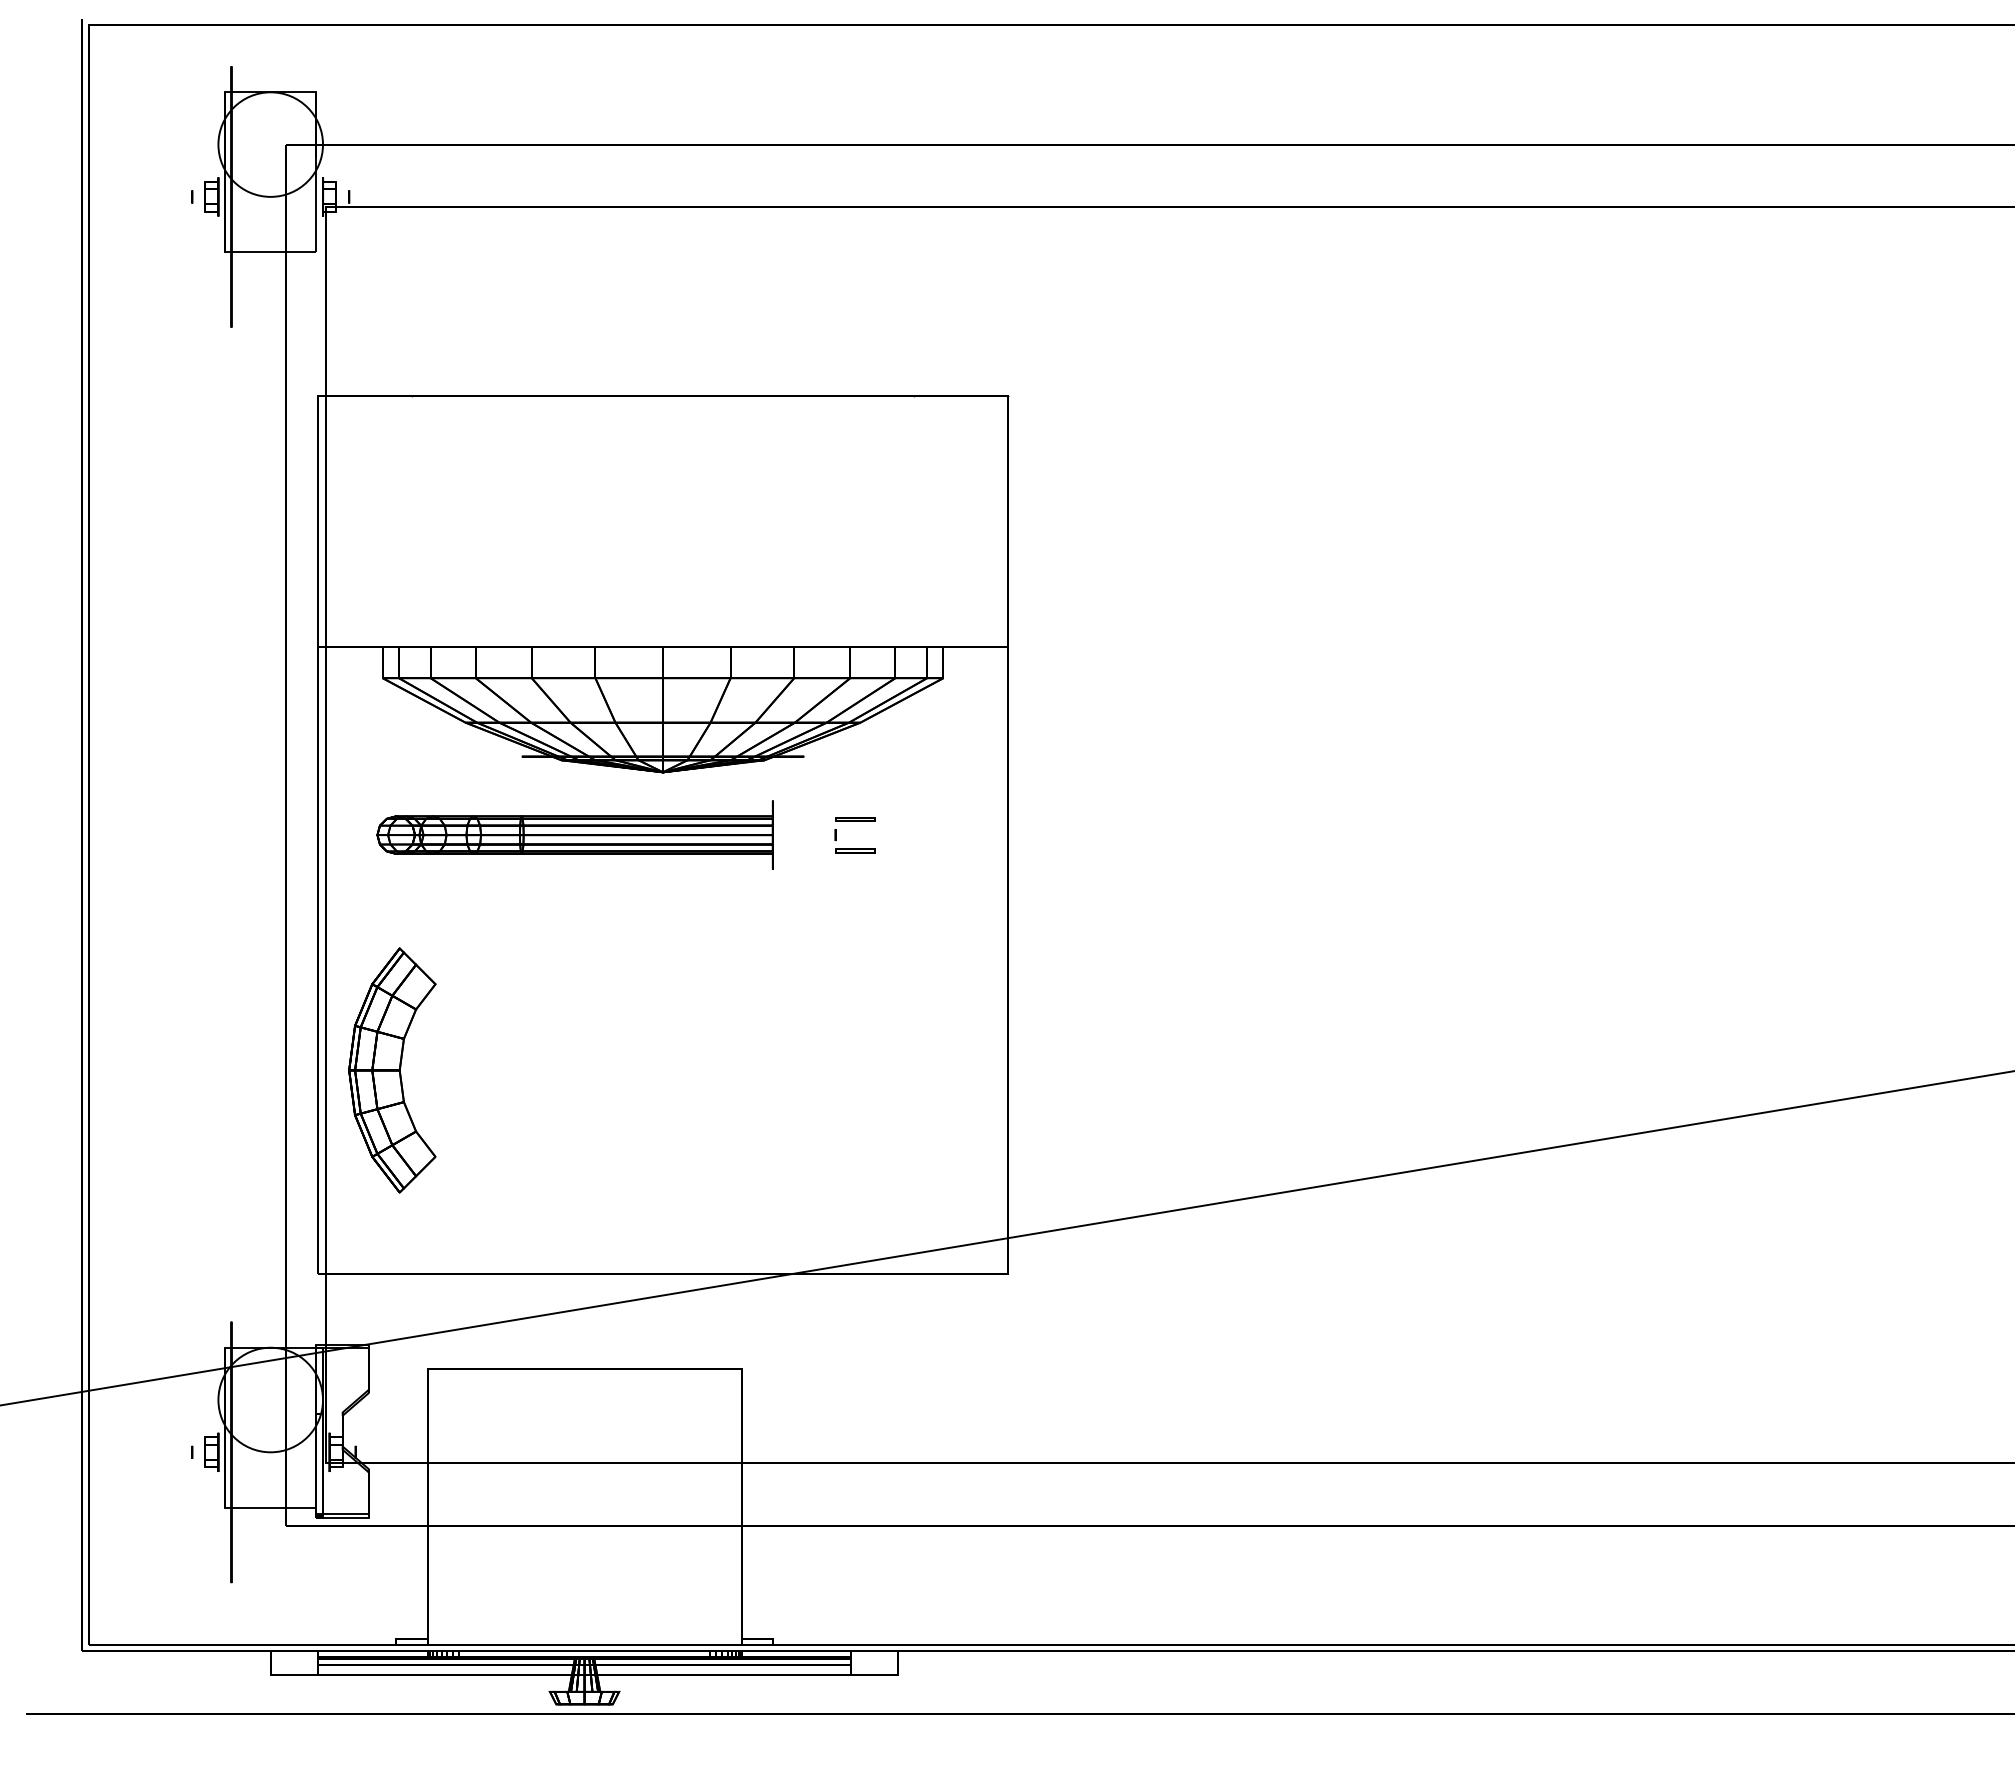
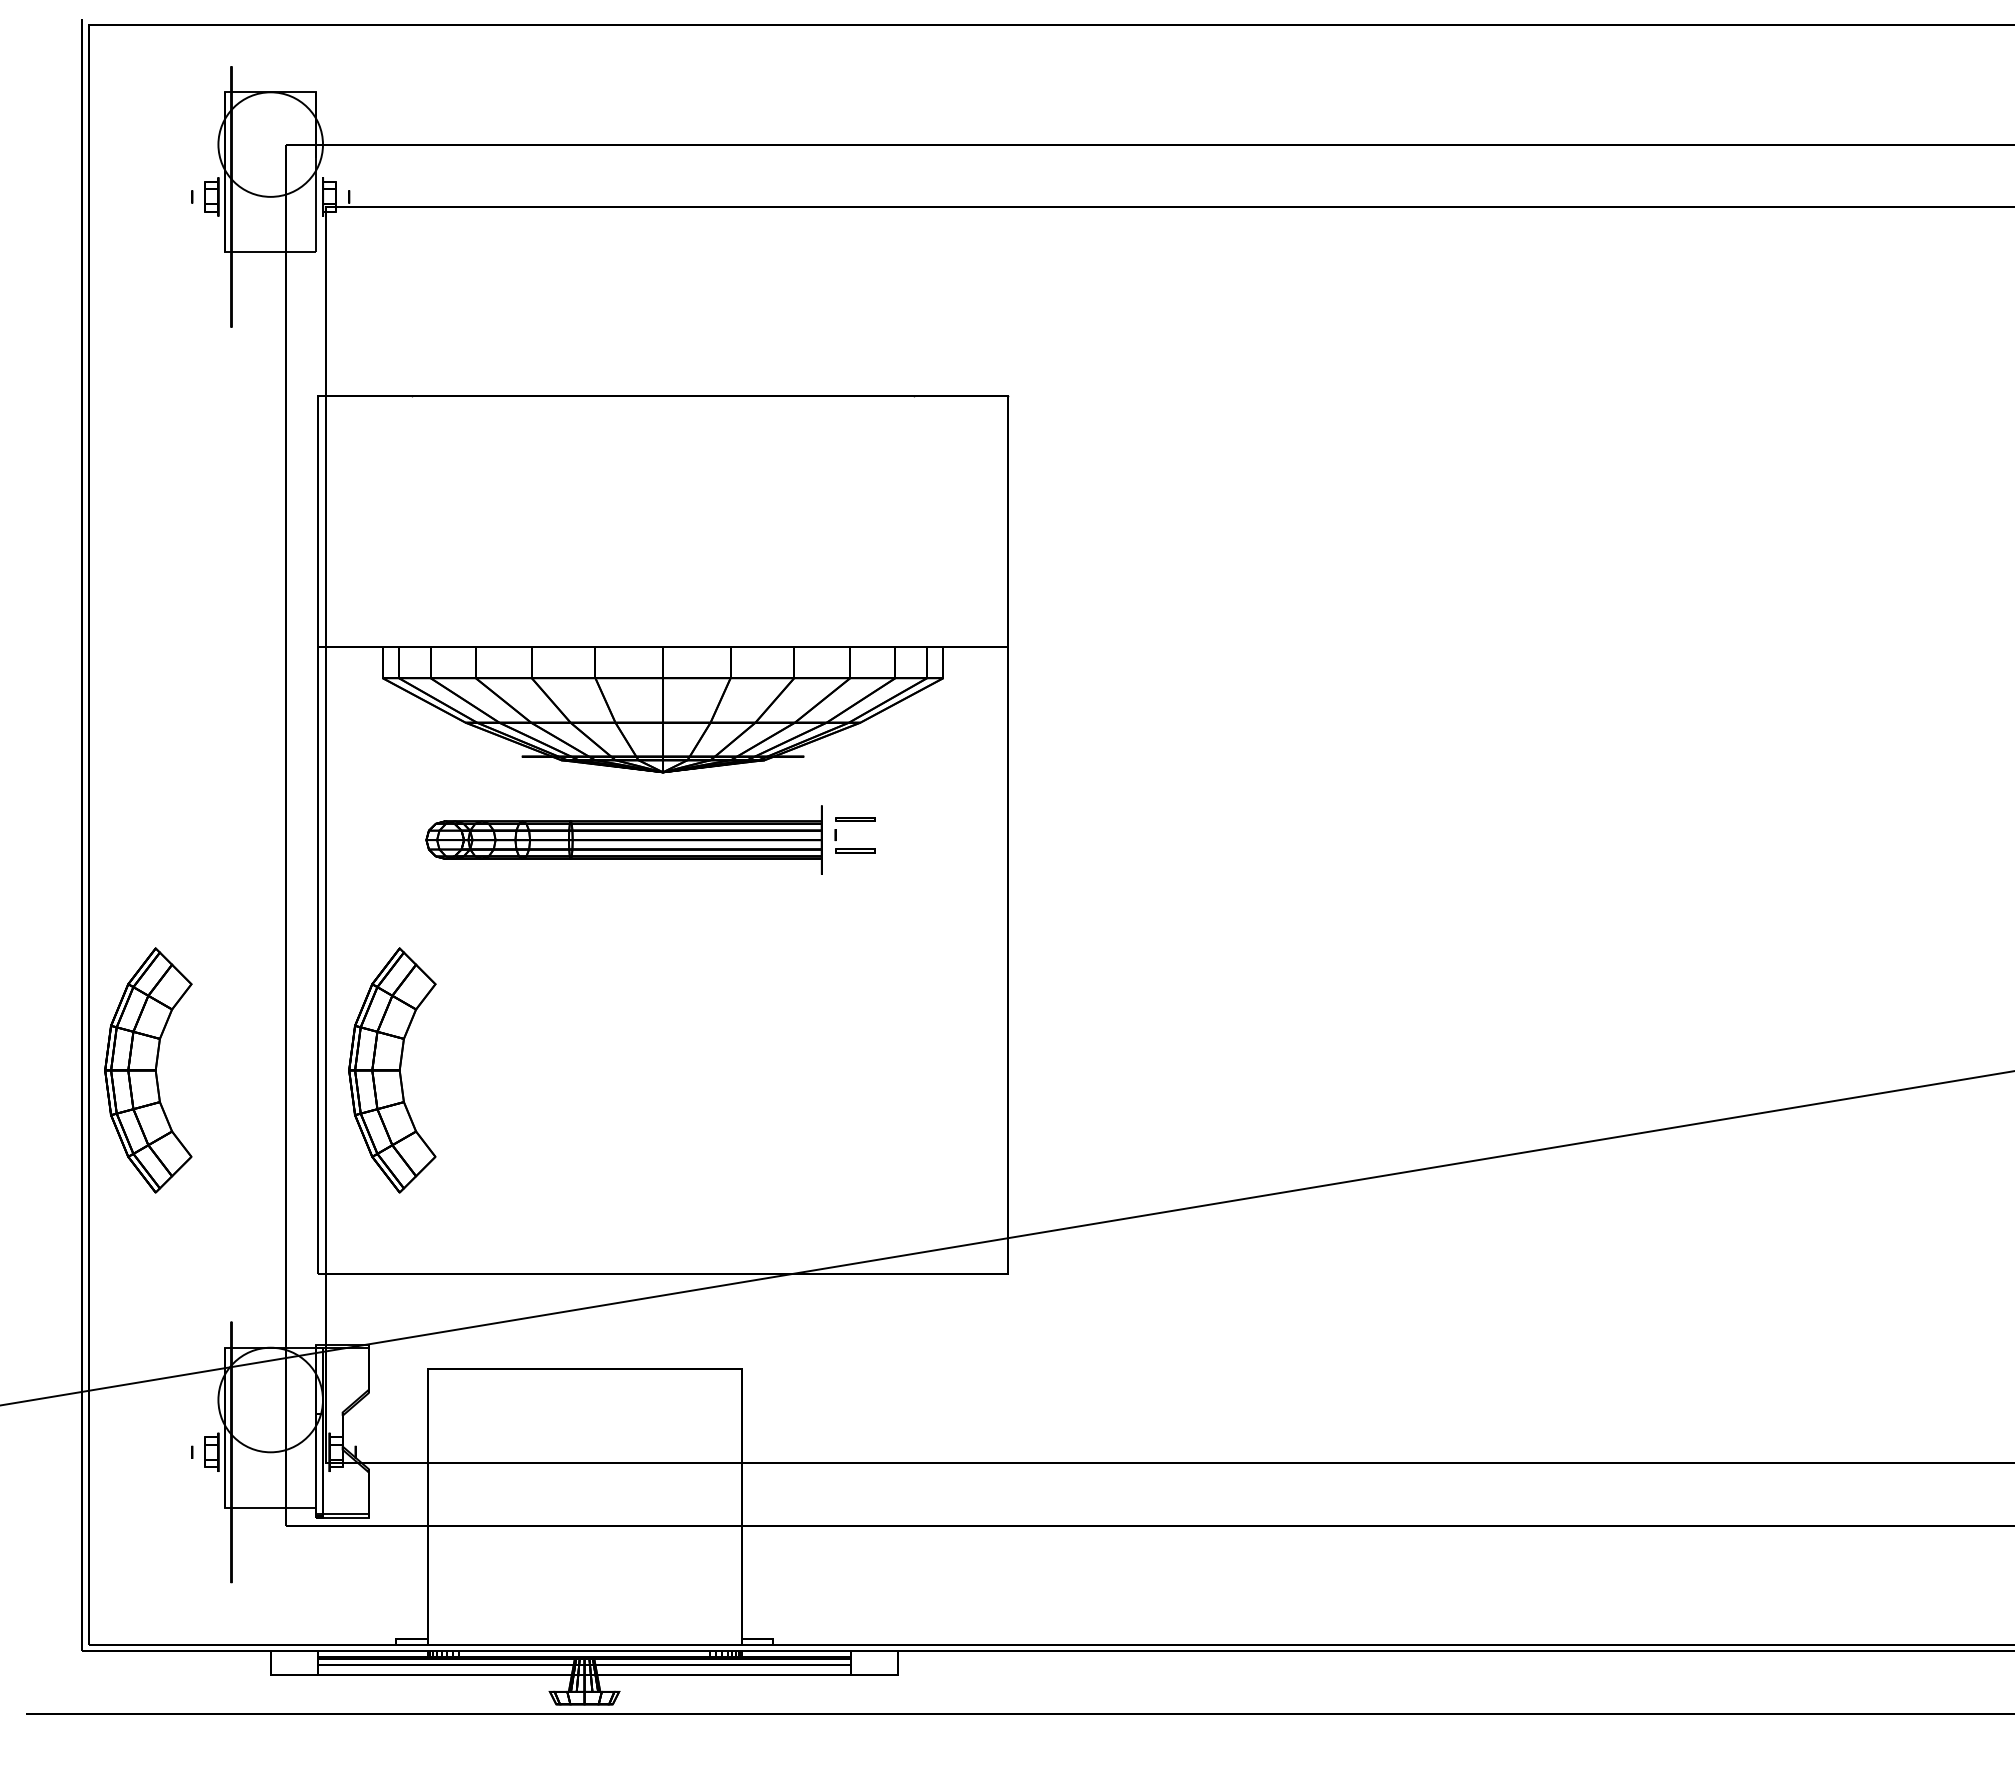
part at (574, 834) position: (574, 834) -> (623, 839)
part at (148, 1070): none -> present
